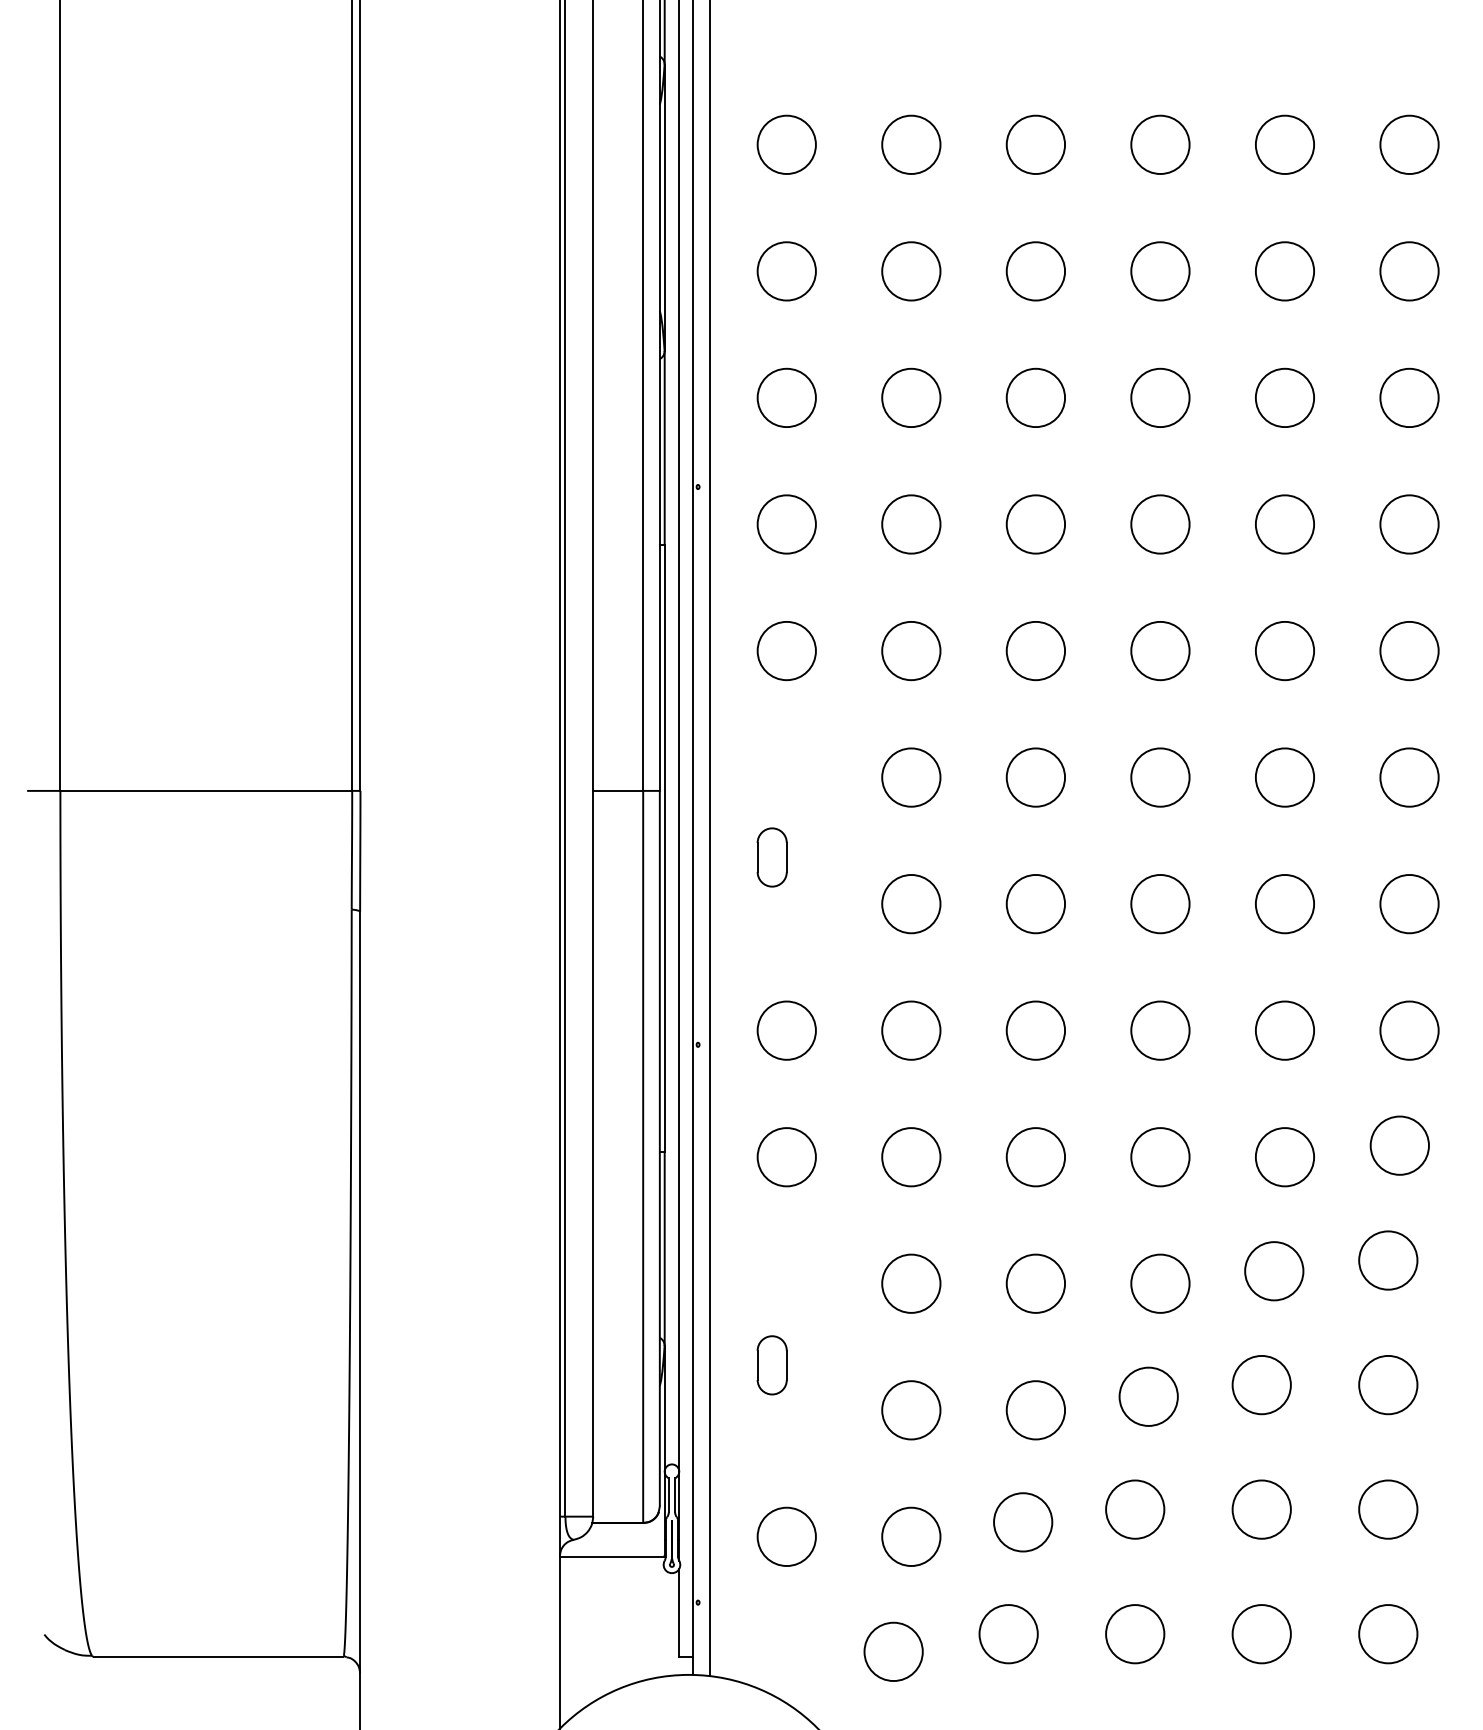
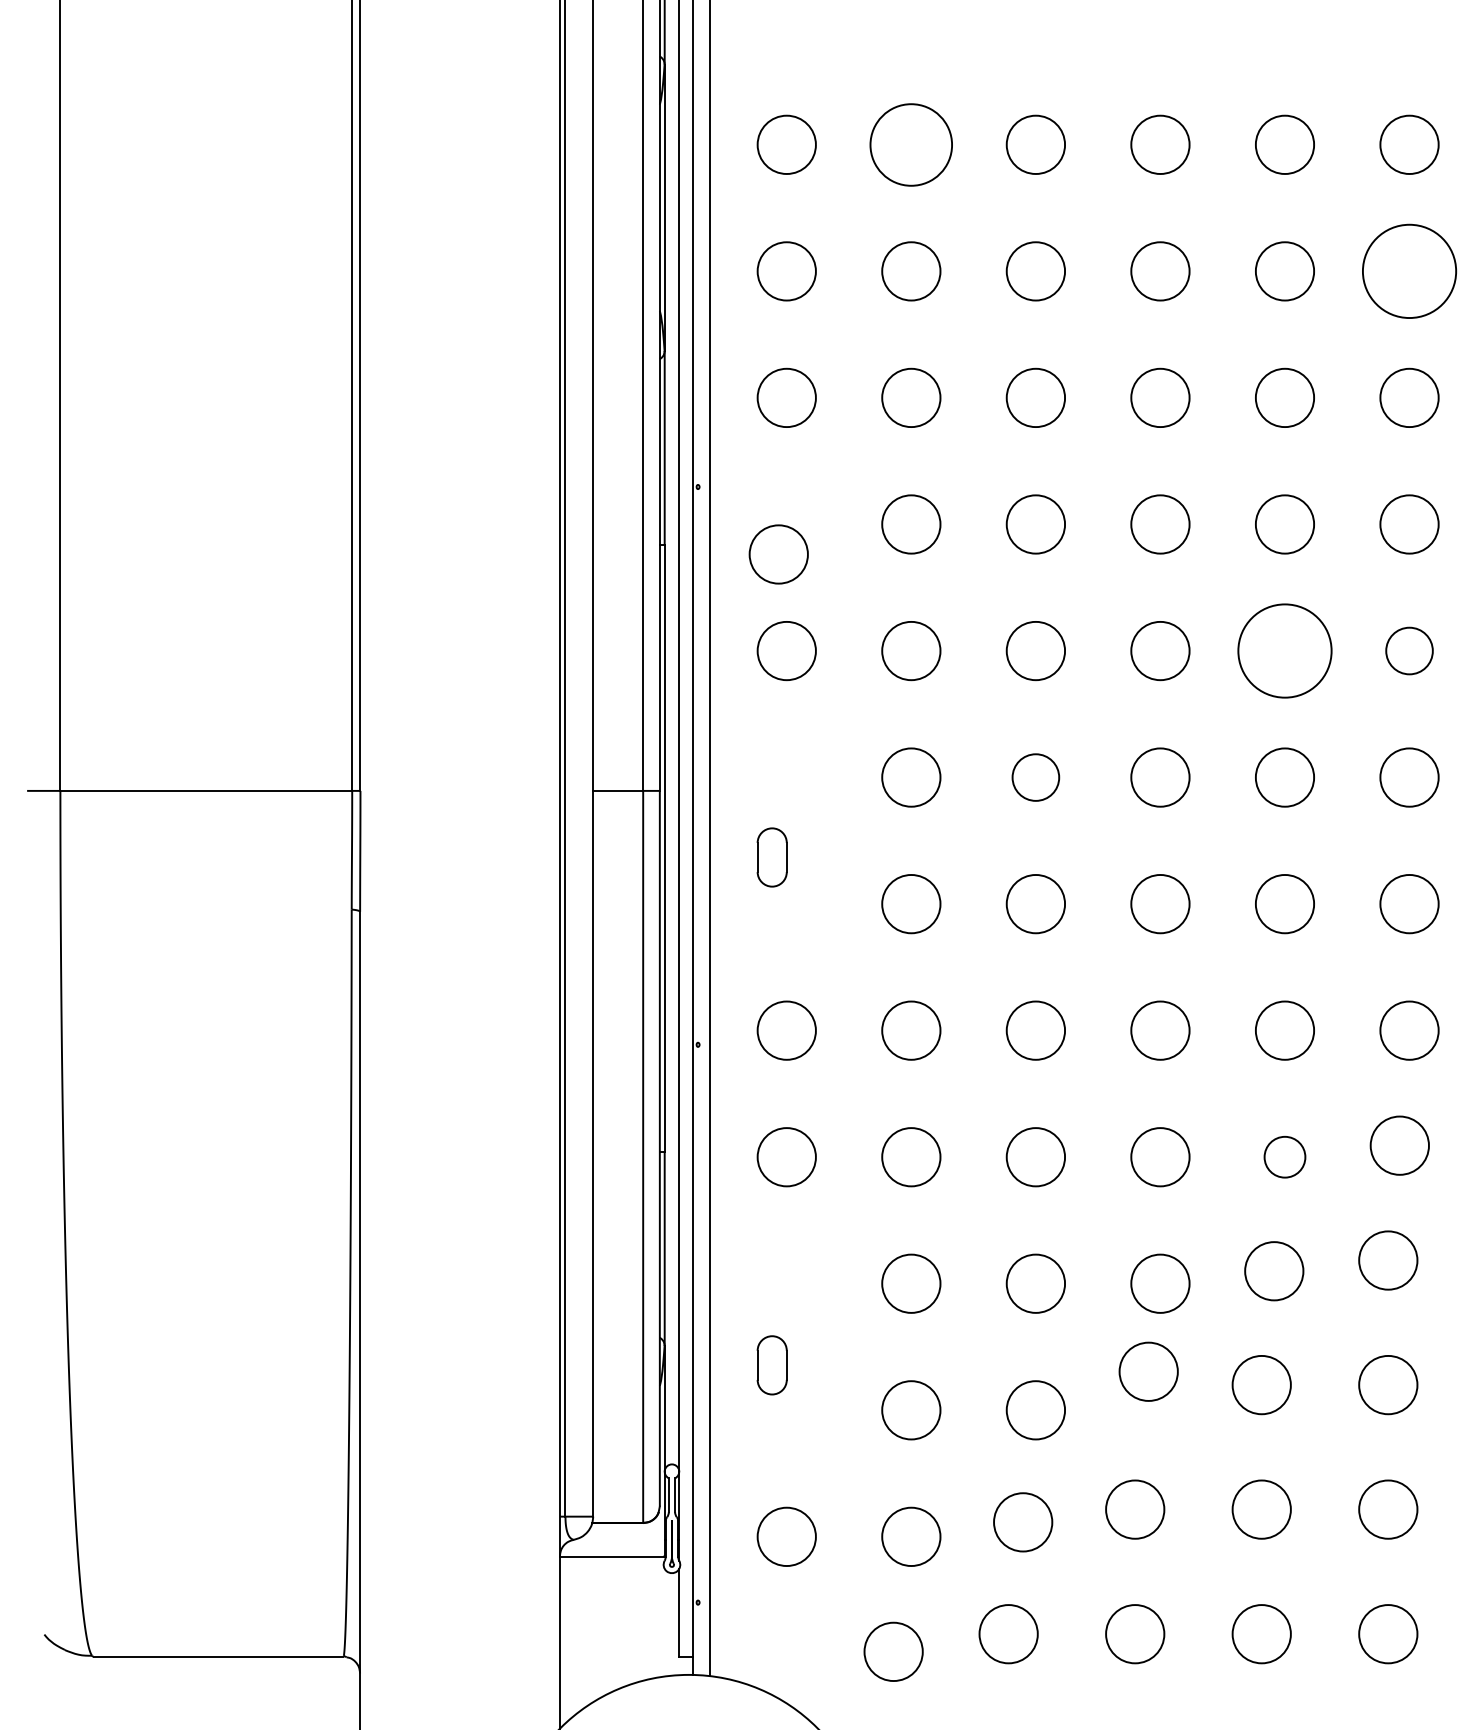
circle at (911, 144) size: 61x61 px -> 84x84 px
circle at (1409, 271) diameter: 58 px -> 93 px
circle at (786, 524) position: (786, 524) -> (778, 554)
circle at (1284, 650) diameter: 58 px -> 93 px
circle at (1409, 650) diameter: 58 px -> 47 px
circle at (1035, 777) diameter: 58 px -> 47 px
circle at (1284, 1157) diameter: 58 px -> 41 px
circle at (1148, 1396) position: (1148, 1396) -> (1148, 1371)
